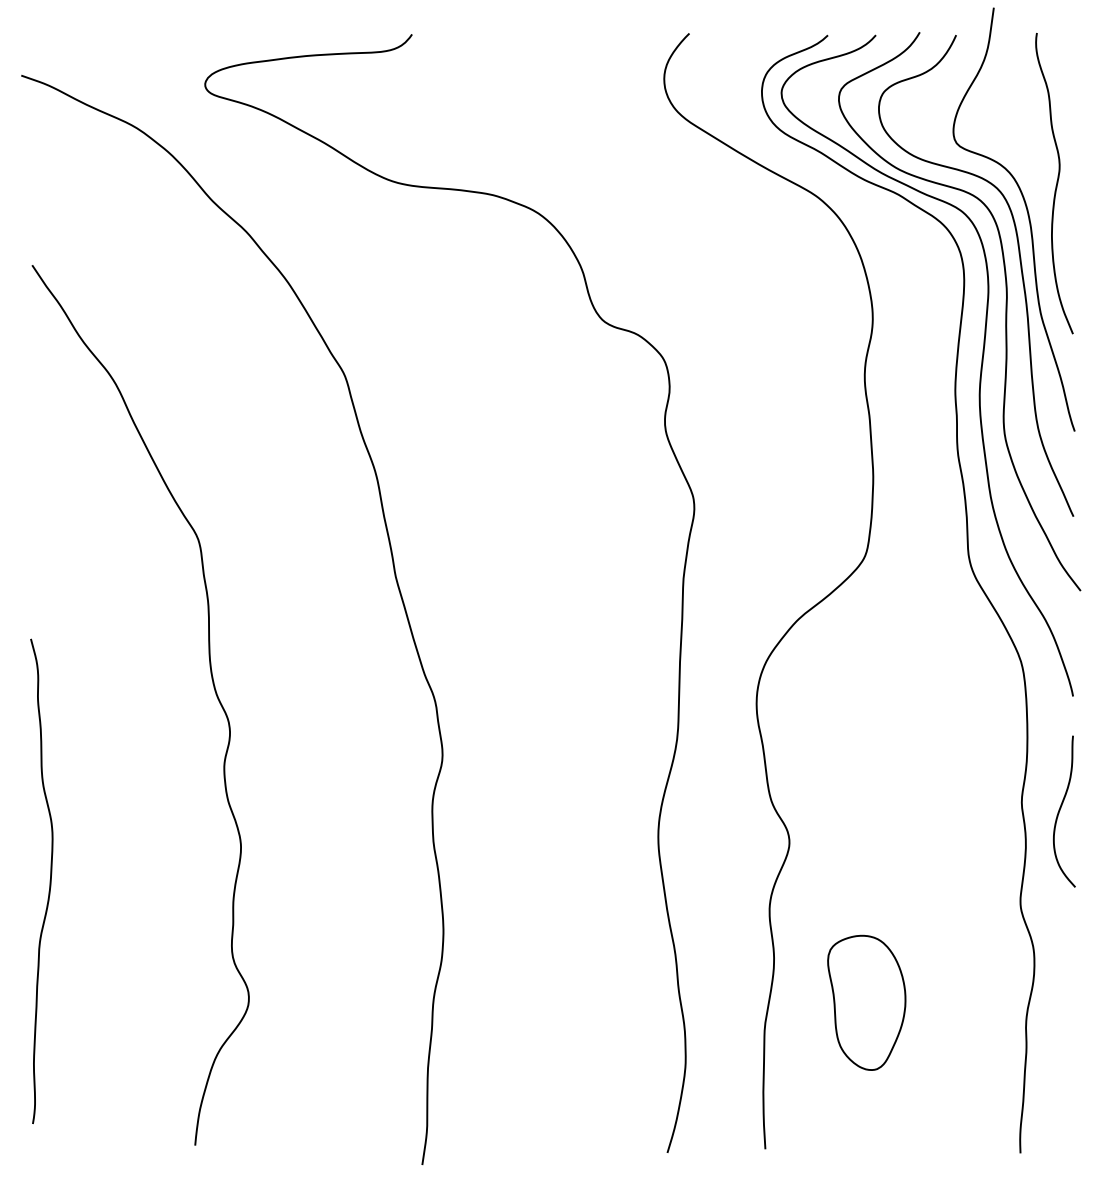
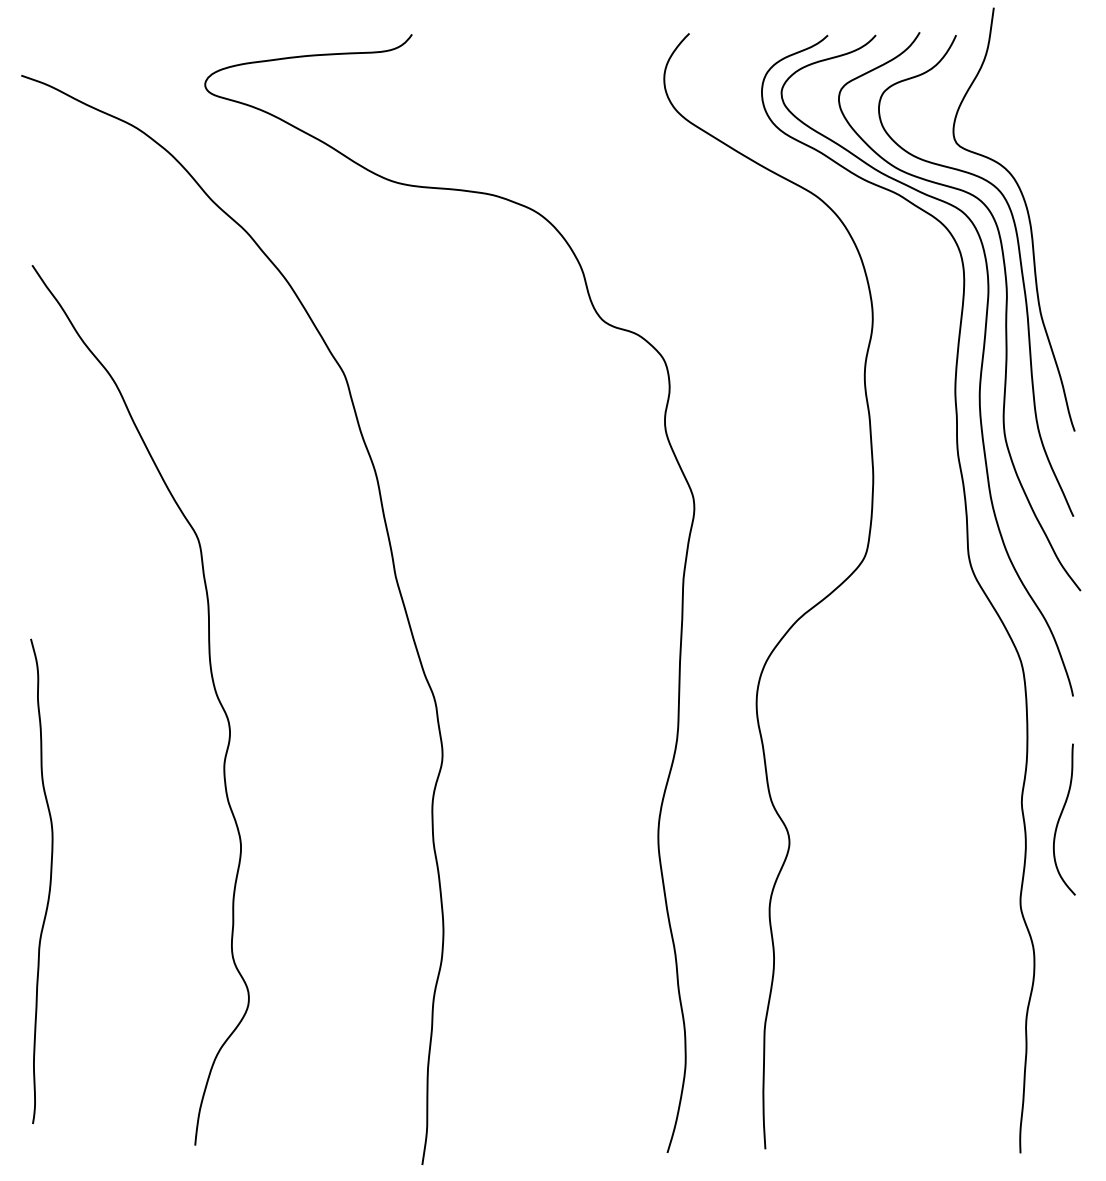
curve at (1056, 183): present -> none
curve at (1060, 810) position: (1060, 810) -> (1060, 818)
part at (866, 1002): present -> none
